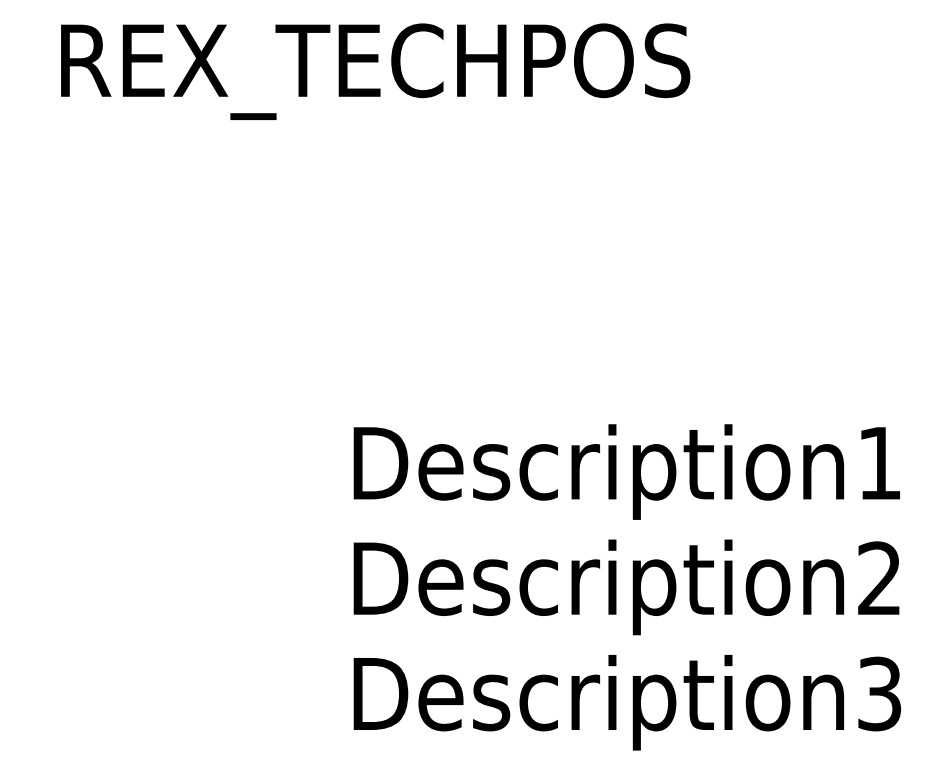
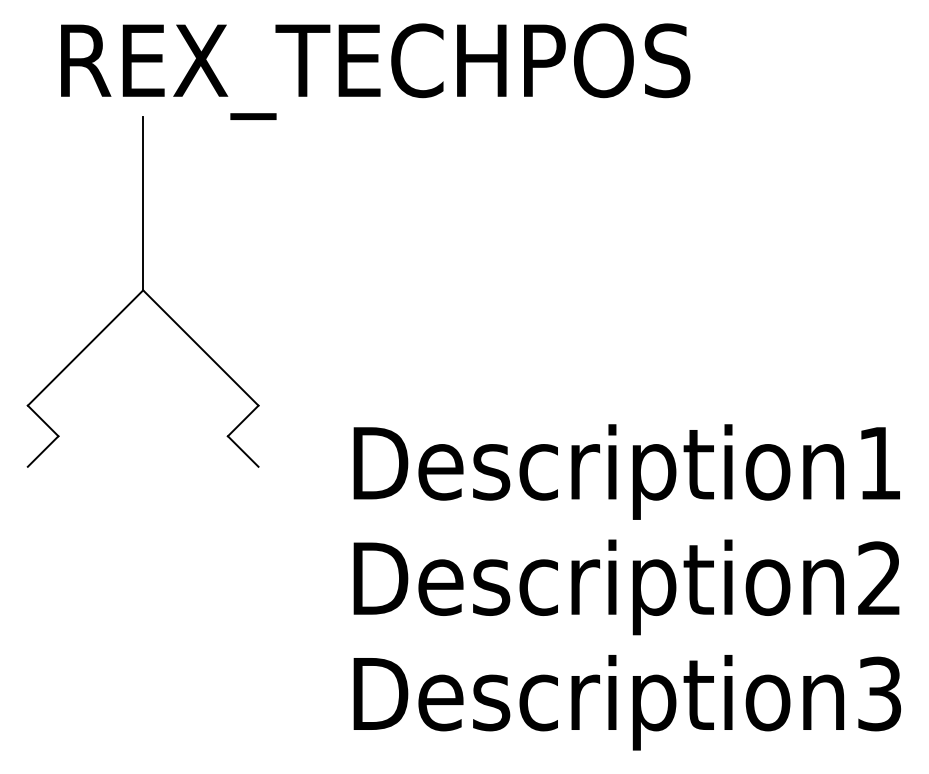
part at (142, 291): none -> present
